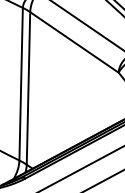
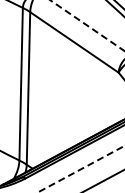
line at (87, 25): solid -> dashed
line at (81, 169): solid -> dashed
